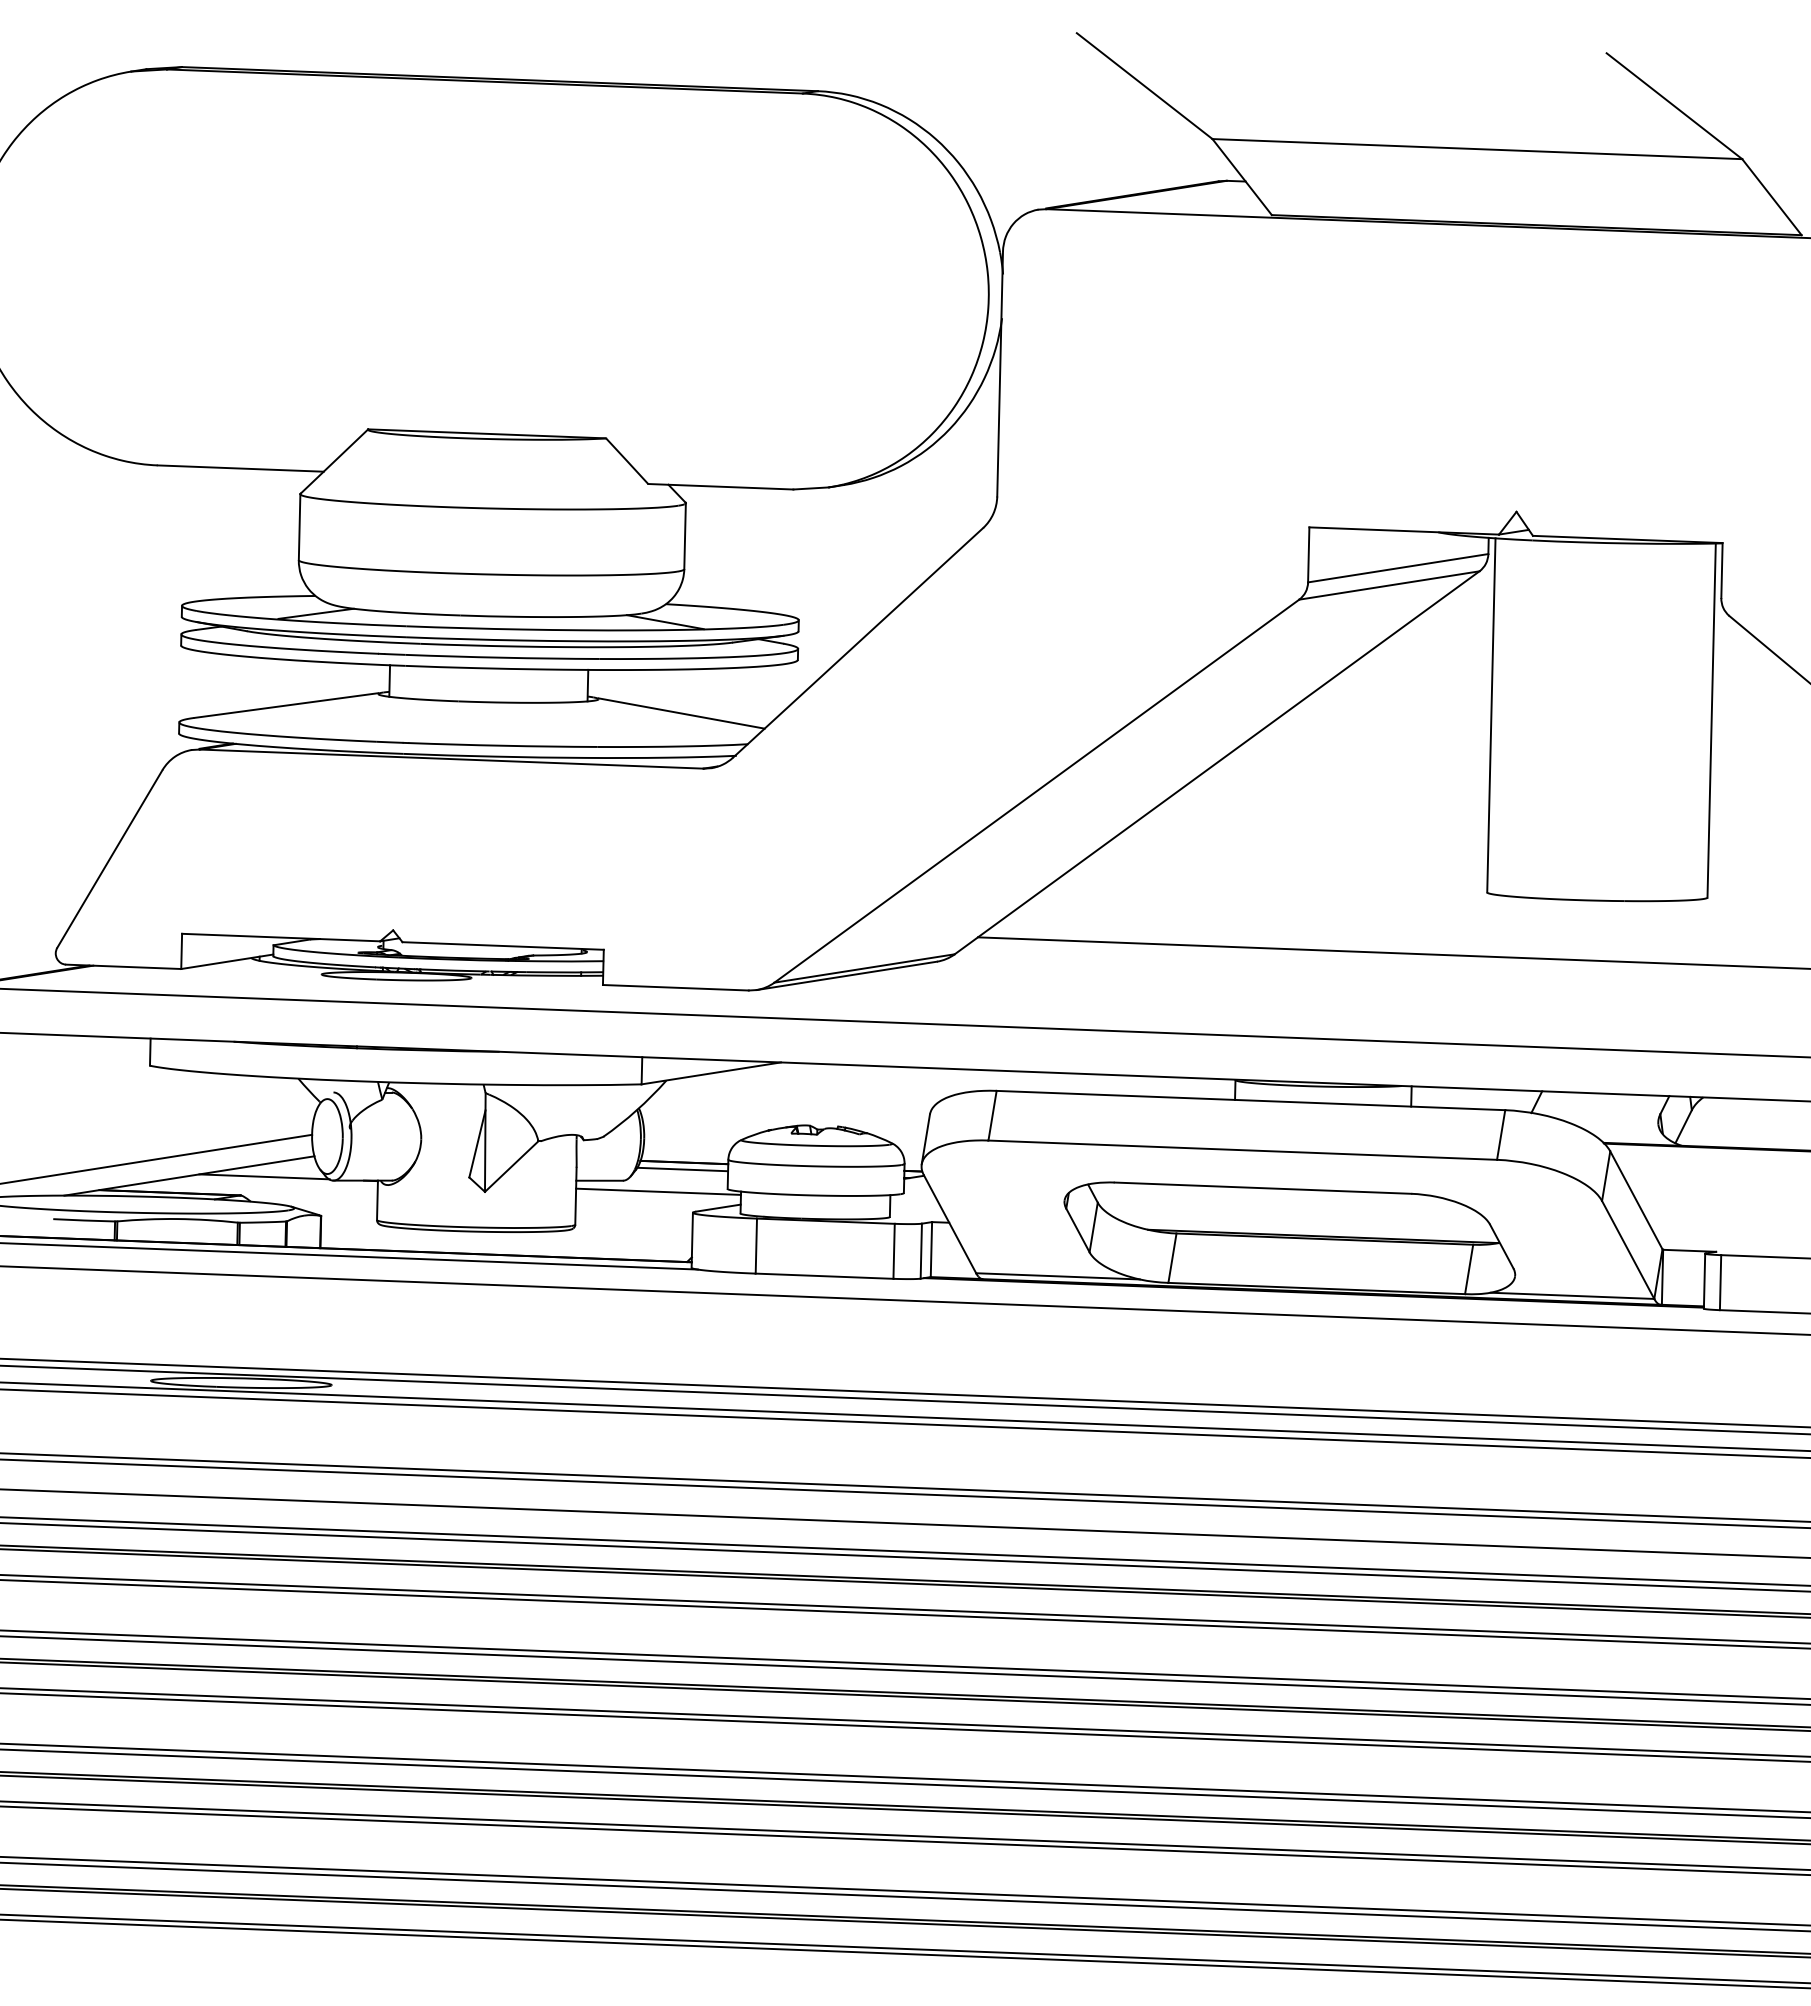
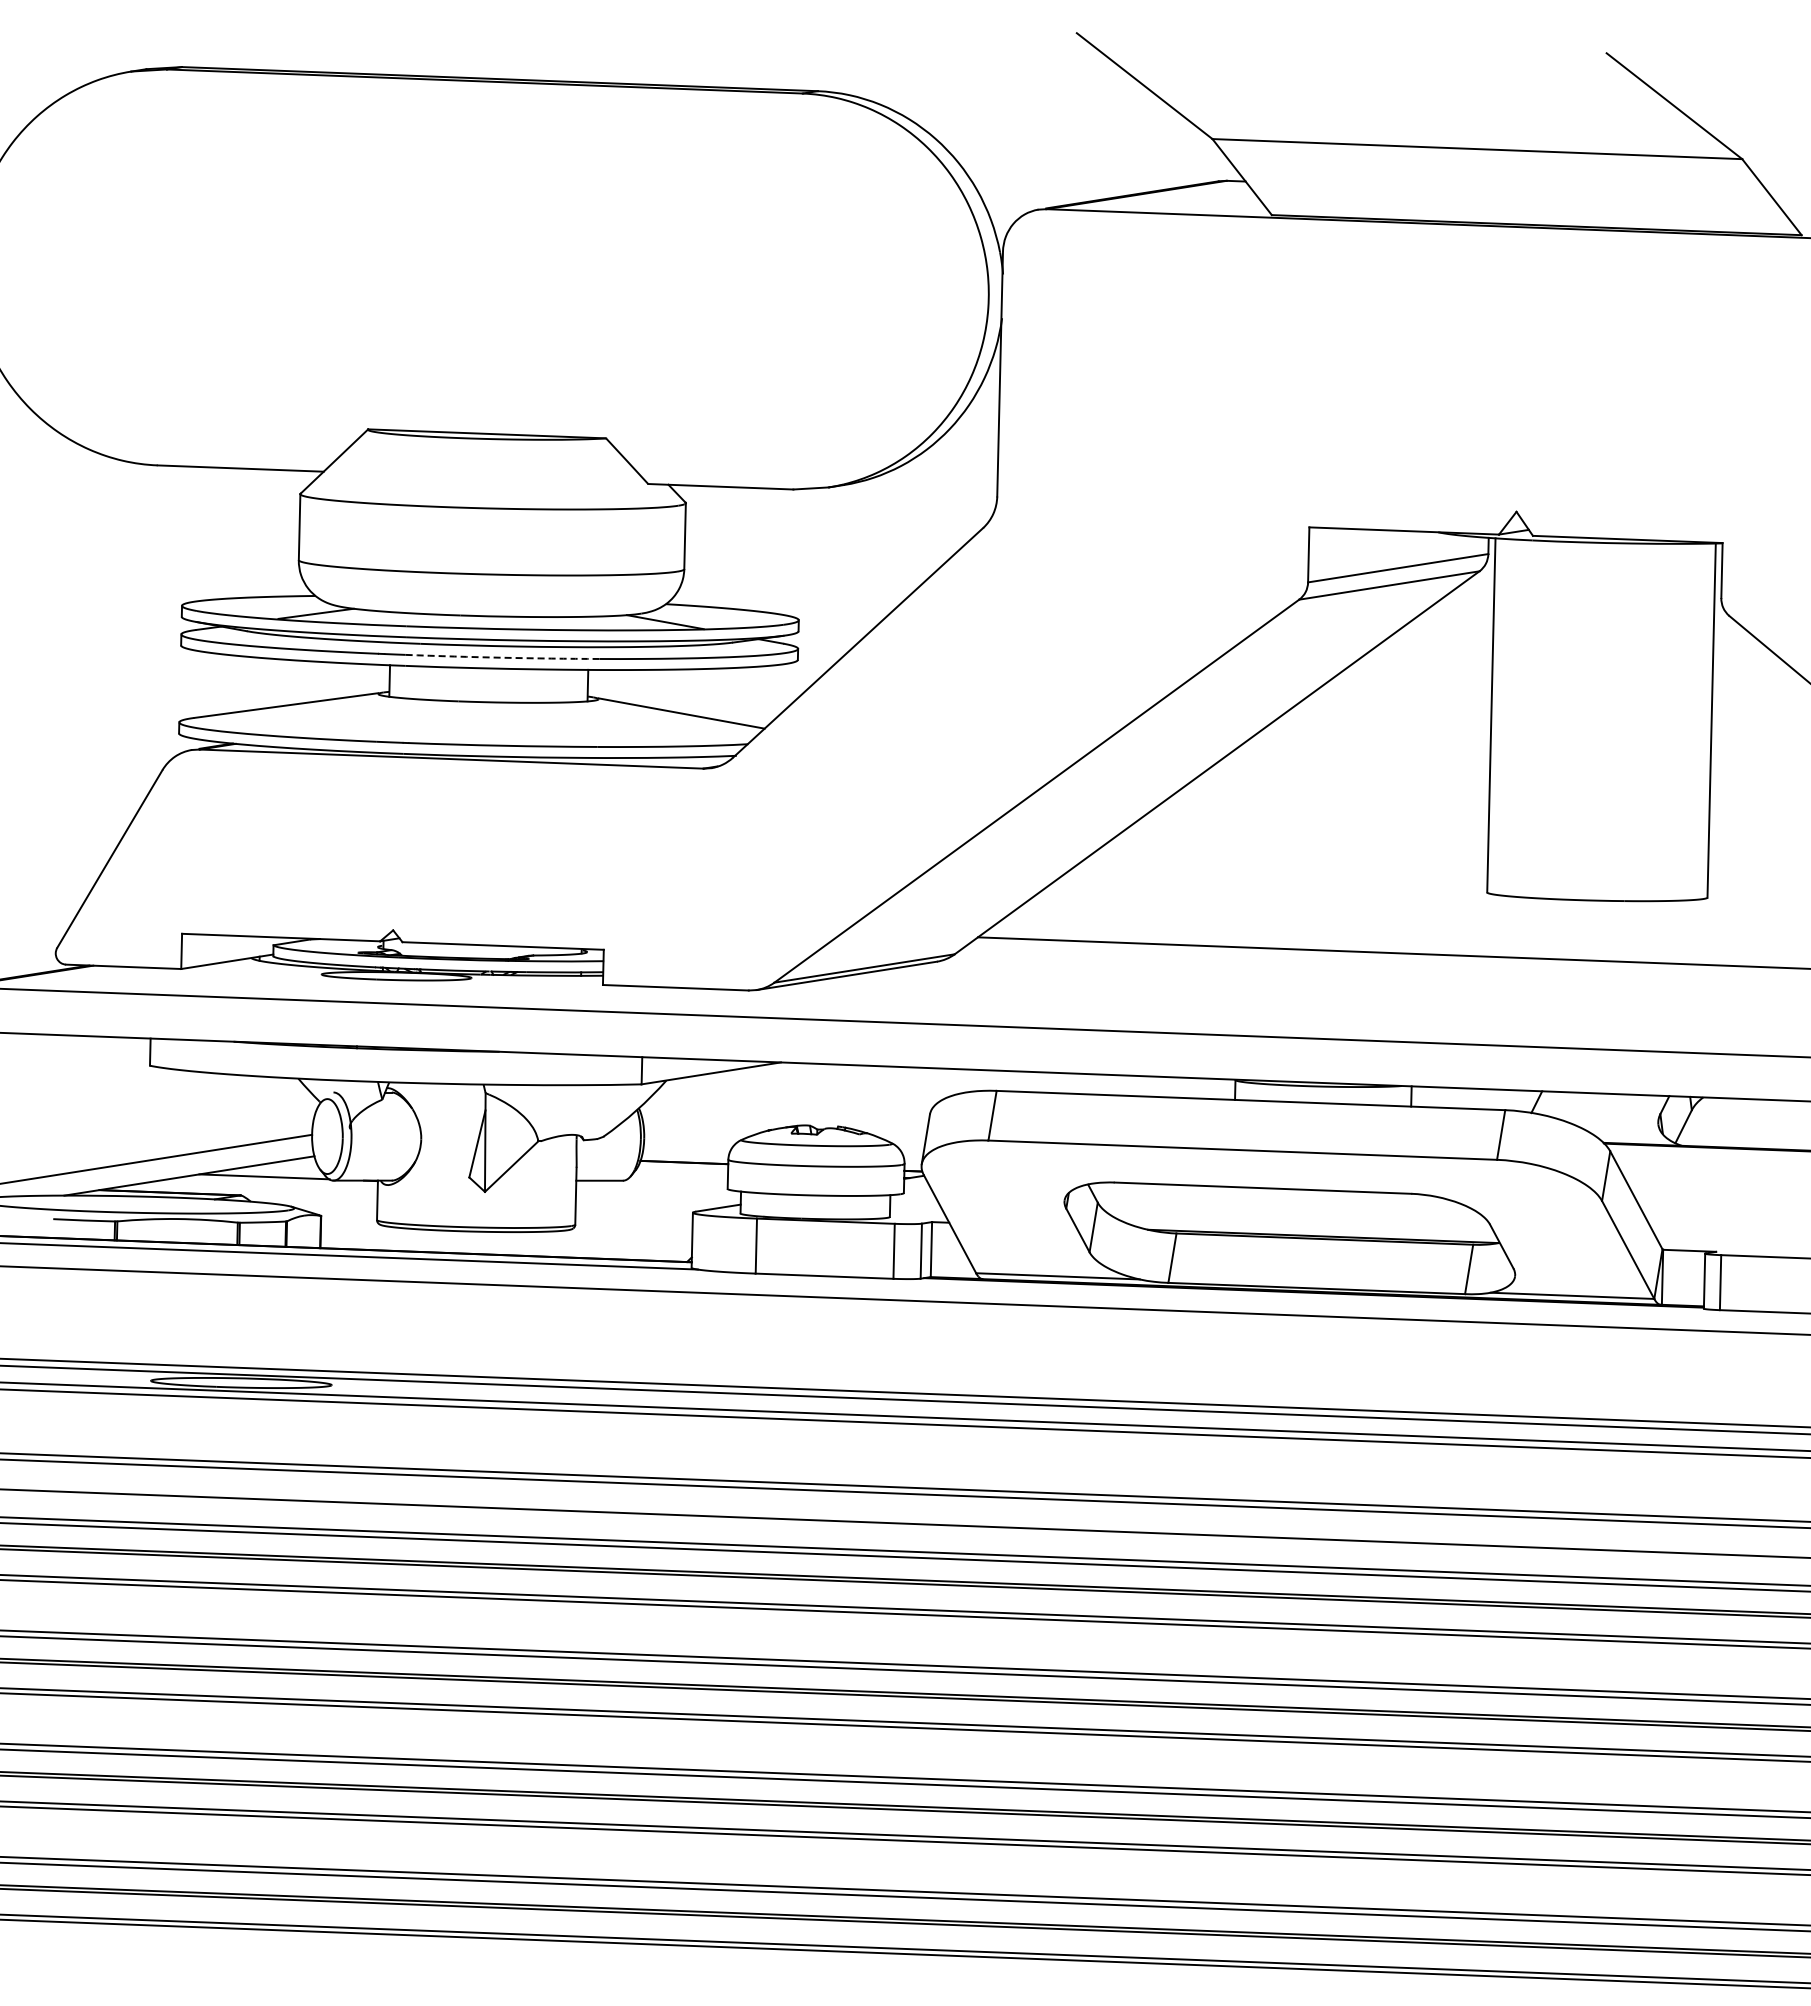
arc at (502, 657): solid -> dashed
line at (682, 1169): present -> none
line at (658, 1191): present -> none
